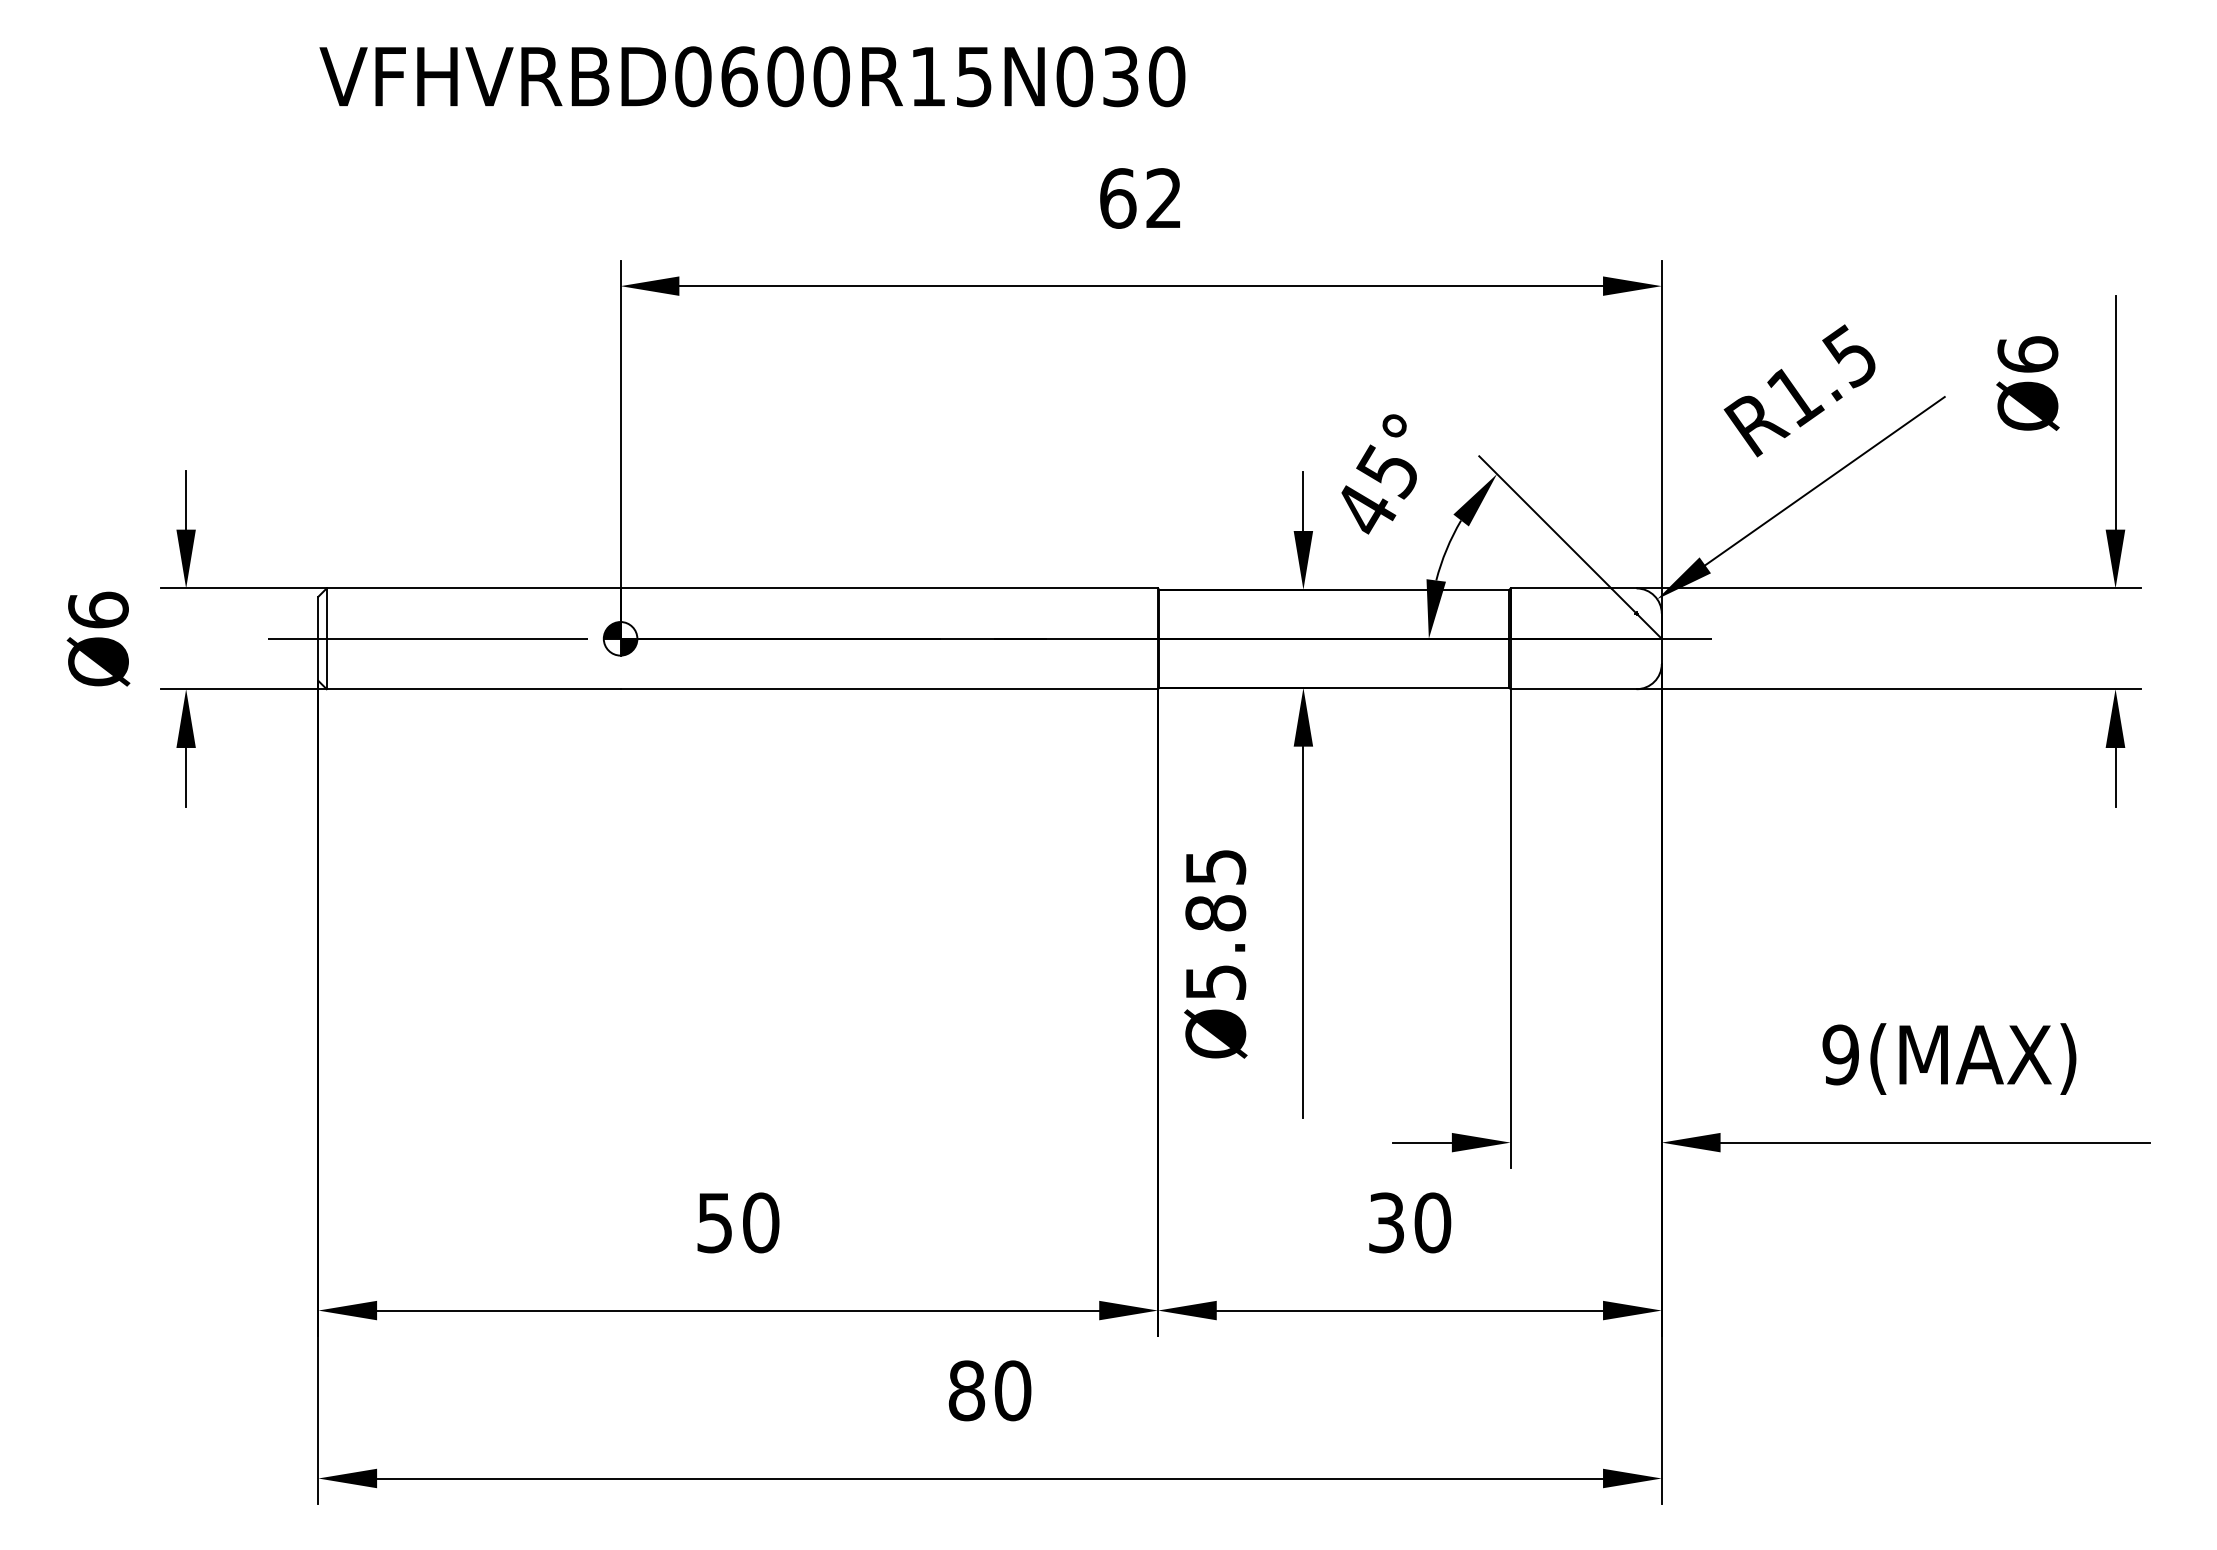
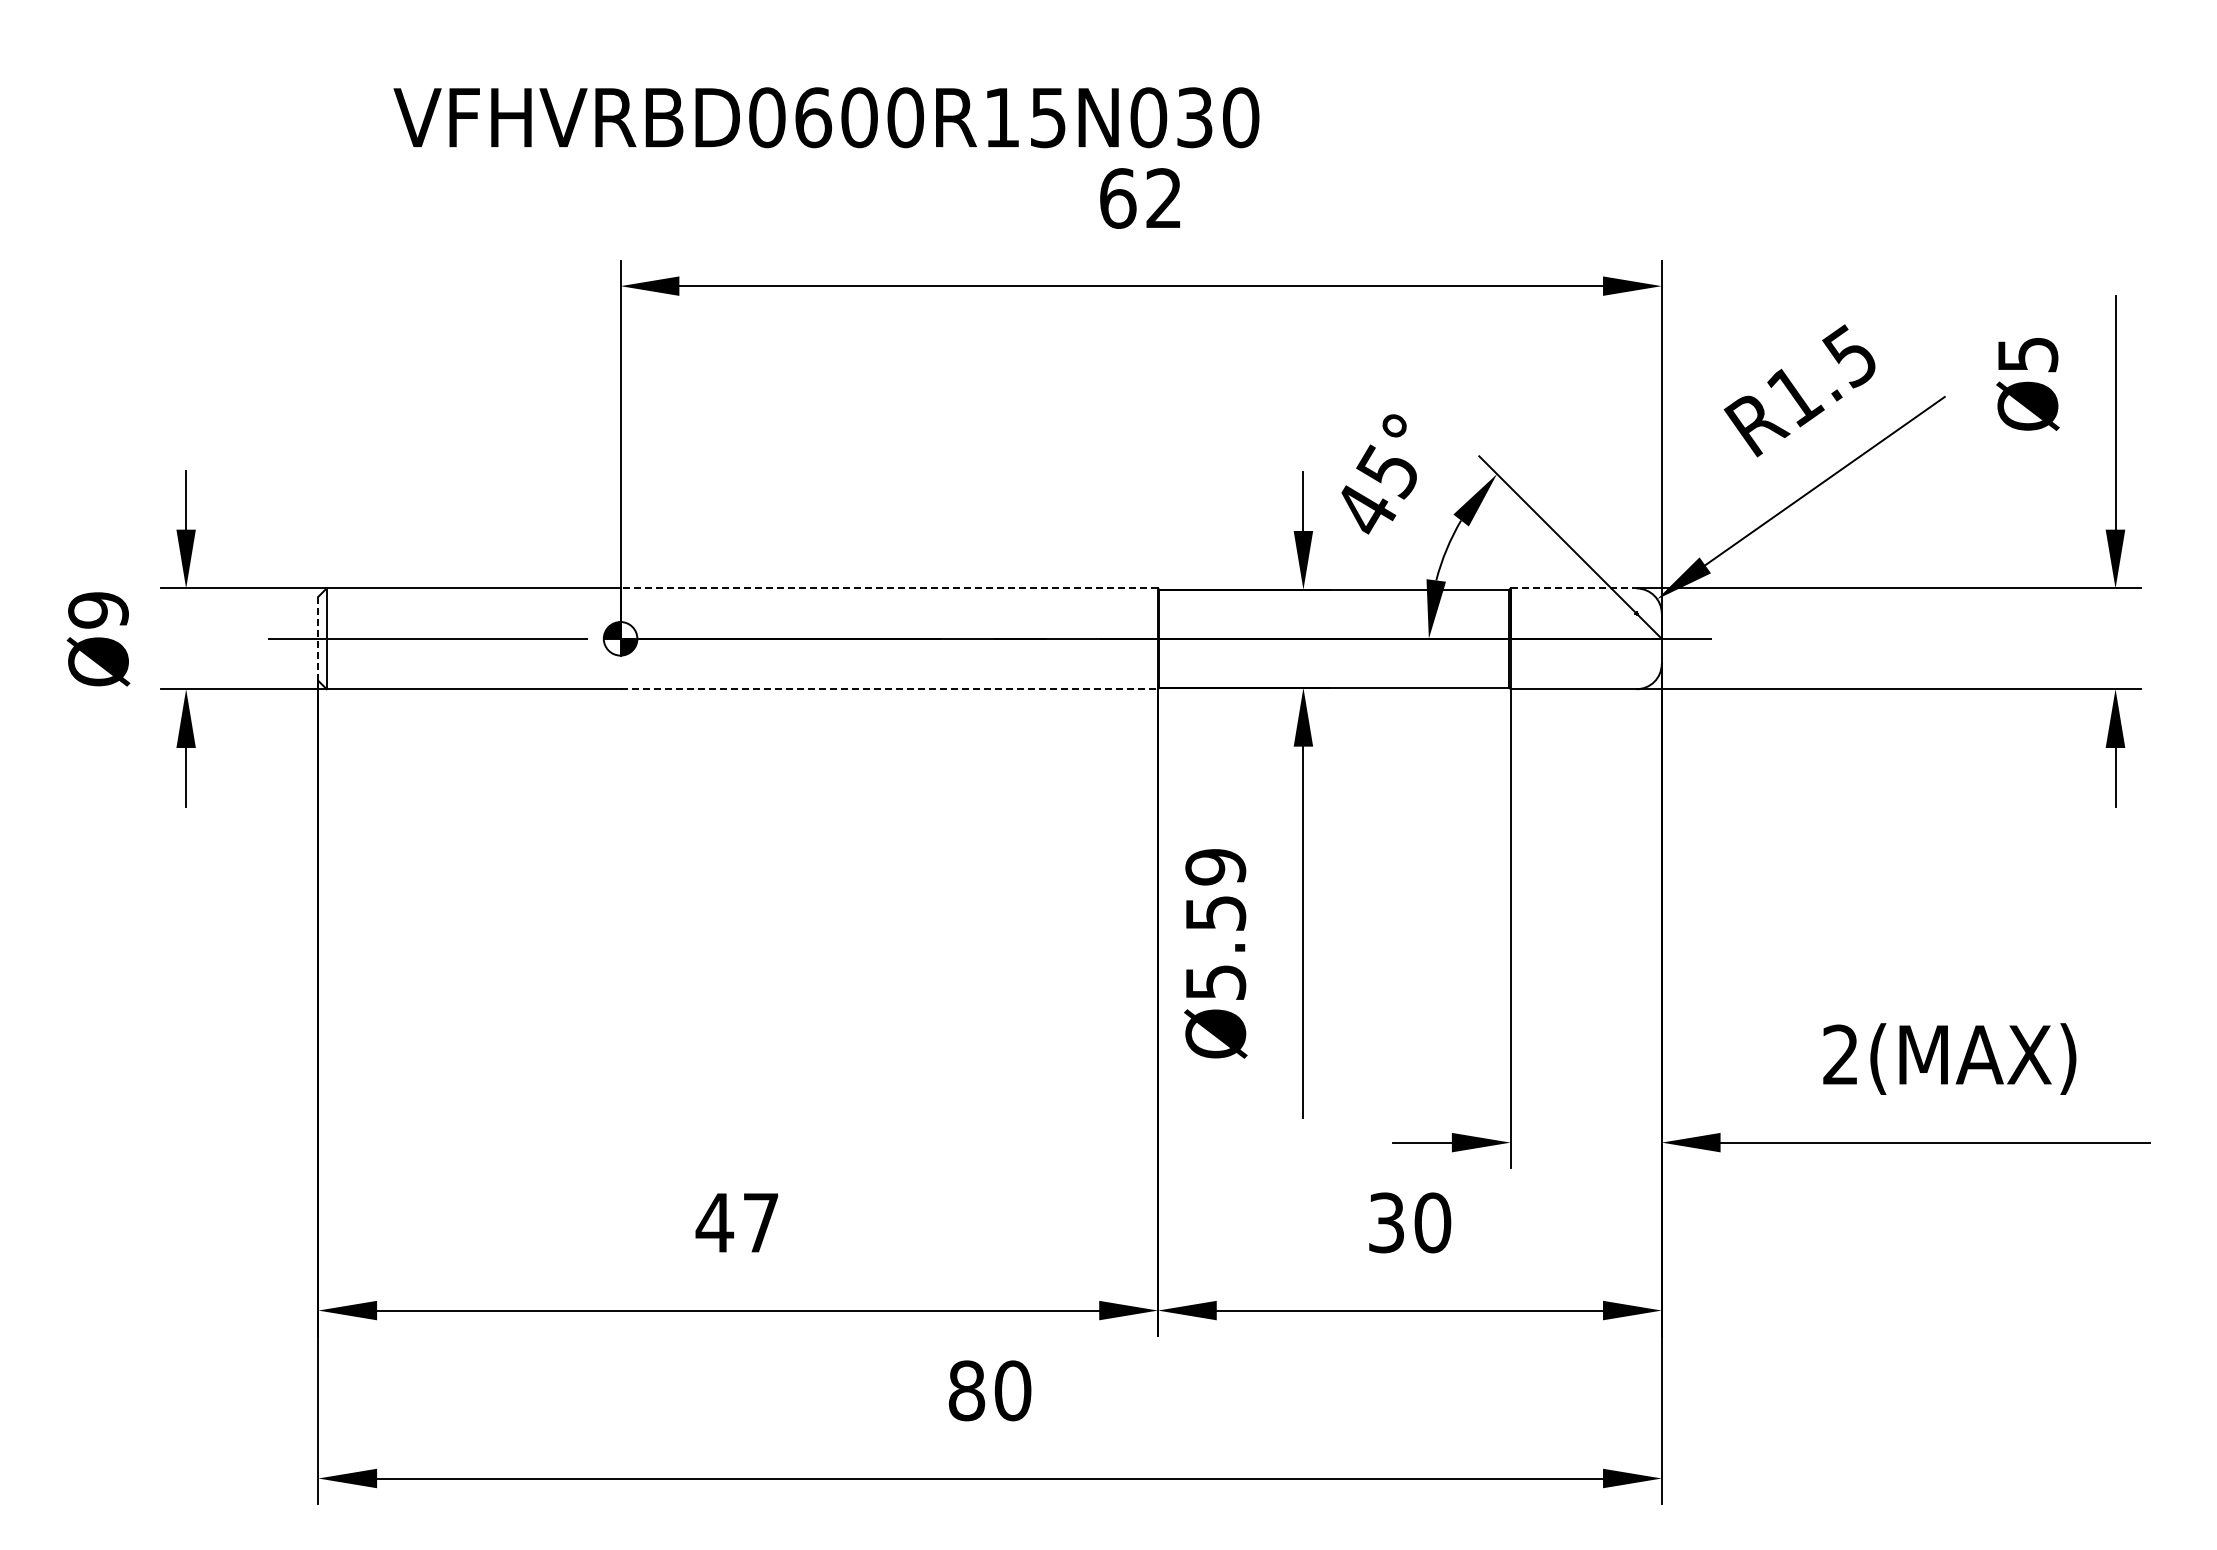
text at (752, 76) position: (752, 76) -> (826, 117)
text at (2027, 354): Ø6 -> Ø5
line at (889, 588): solid -> dashed
line at (1573, 588): solid -> dashed
text at (98, 609): Ø6 -> Ø9
line at (318, 638): solid -> dashed
line at (889, 689): solid -> dashed
text at (1215, 890): Ø5.85 -> Ø5.59
text at (1840, 1054): 9(MAX) -> 2(MAX)
text at (737, 1222): 50 -> 47
